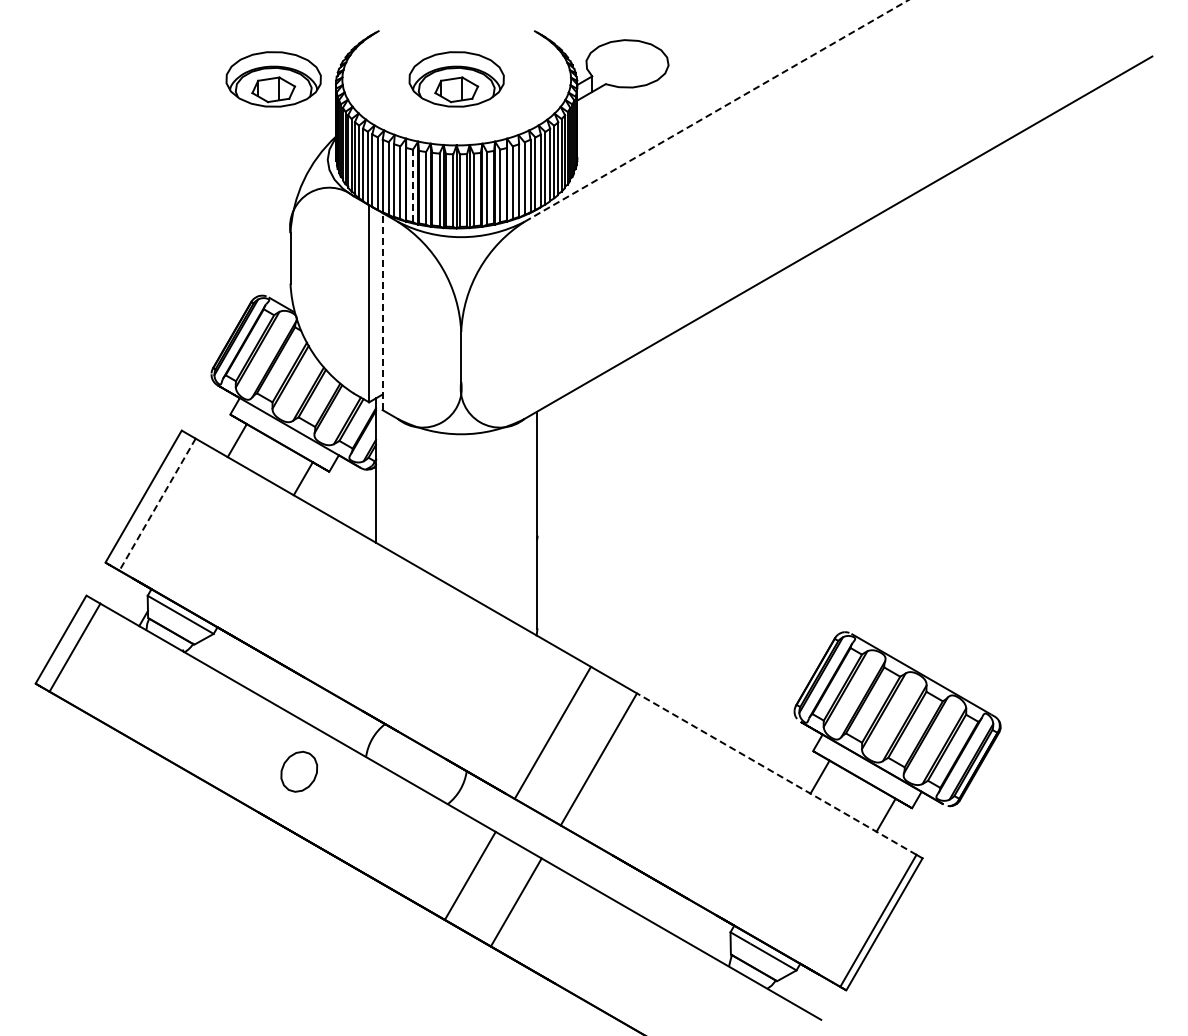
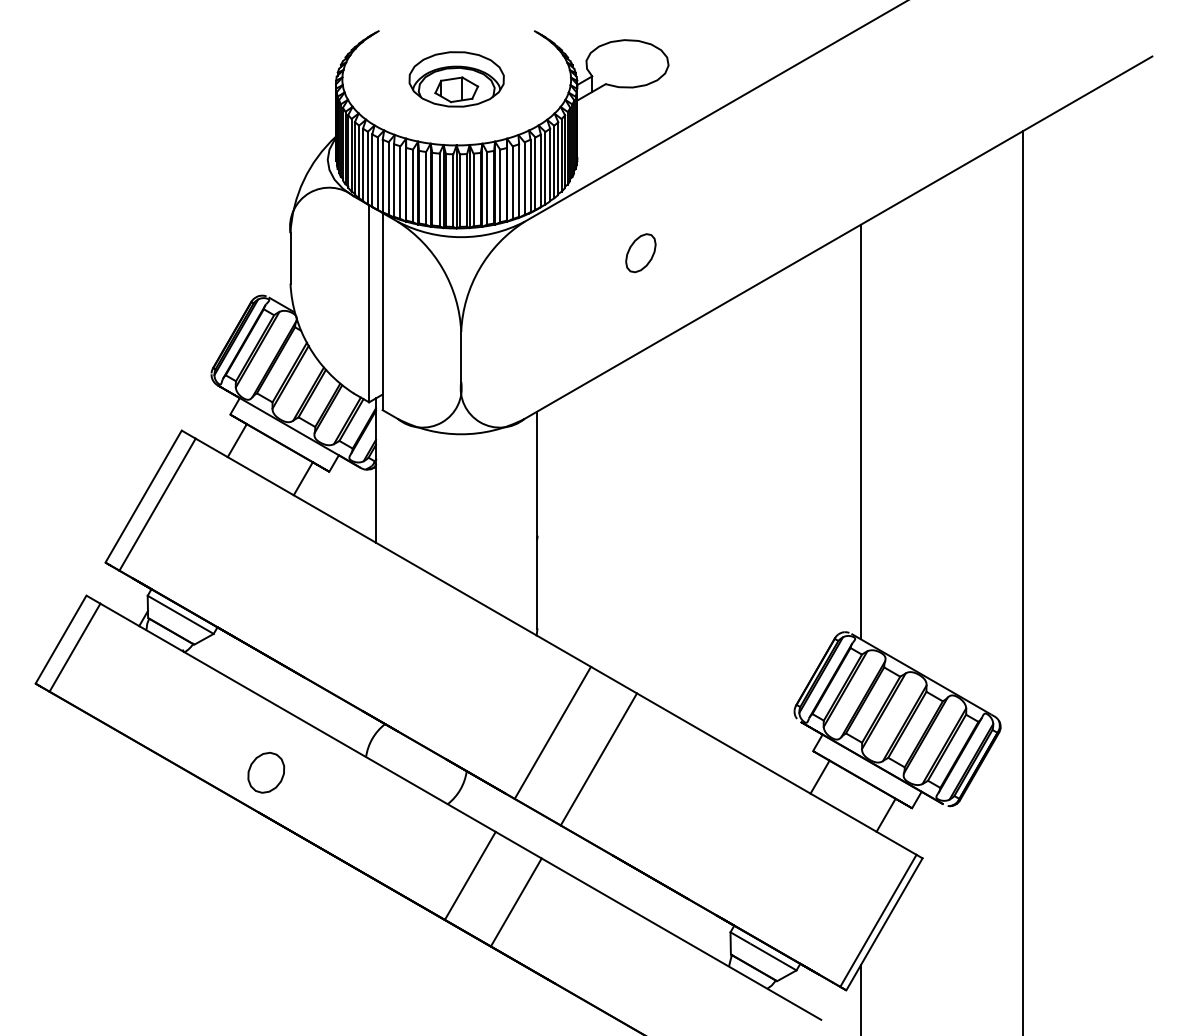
part at (273, 79): present -> none
line at (716, 110): dashed -> solid
line at (413, 185): dashed -> solid
part at (640, 253): none -> present
line at (382, 311): dashed -> solid
line at (861, 431): none -> present
line at (157, 505): dashed -> solid
line at (1022, 581): none -> present
part at (299, 771) position: (299, 771) -> (266, 772)
line at (776, 773): dashed -> solid
line at (861, 998): none -> present
